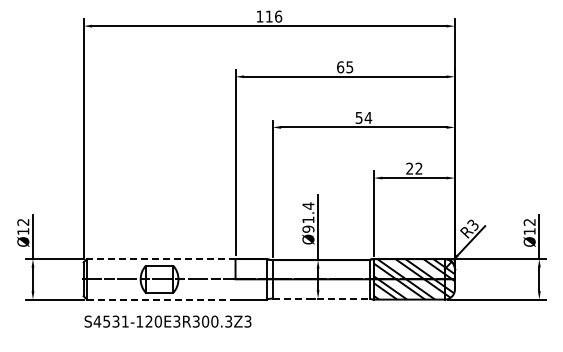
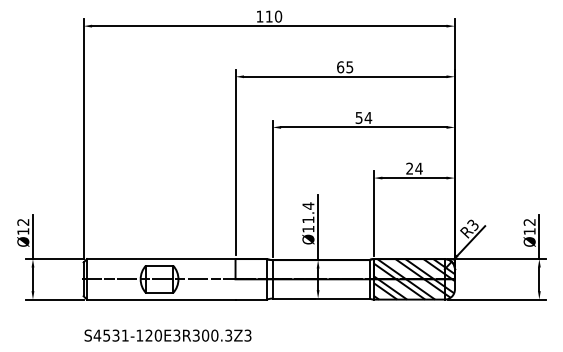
text at (278, 16): 116 -> 110
text at (418, 168): 22 -> 24
text at (308, 228): Ø91.4 -> Ø11.4
line at (160, 259): dashed -> solid
line at (321, 298): dashed -> solid
line at (161, 299): dashed -> solid
text at (167, 321) position: (167, 321) -> (167, 335)
